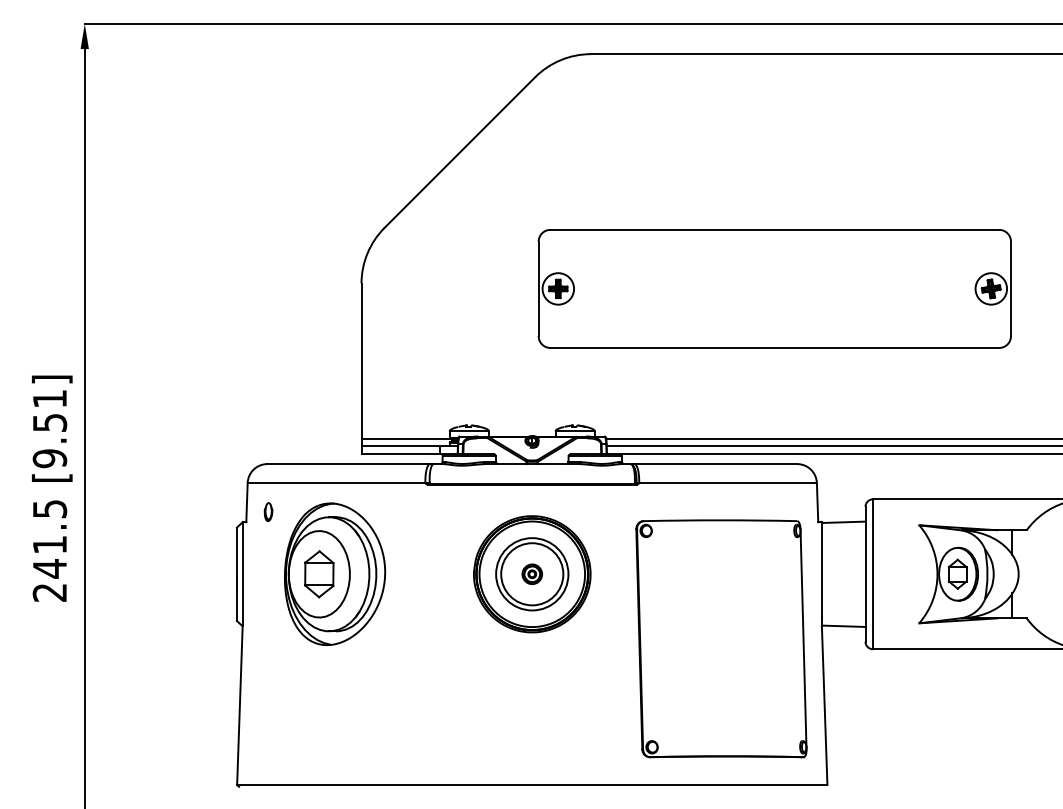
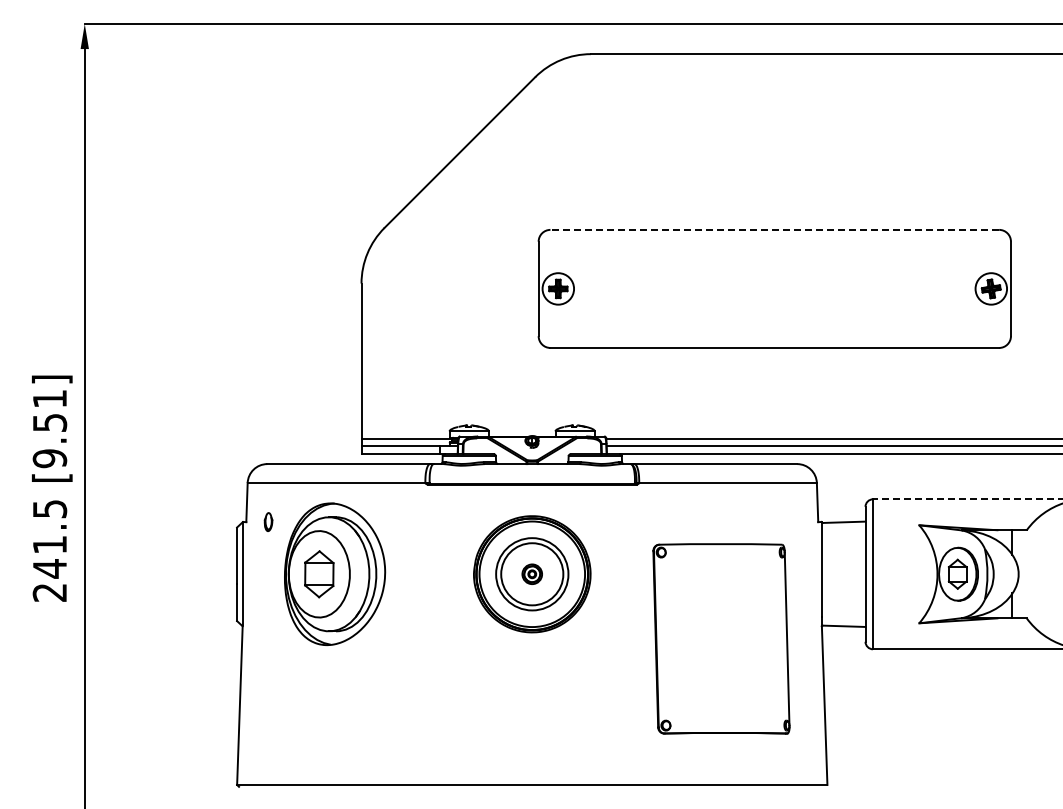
line at (774, 229): solid -> dashed
line at (967, 499): solid -> dashed
part at (268, 511) position: (268, 511) -> (268, 521)
part at (721, 638) size: 173x240 px -> 139x192 px
